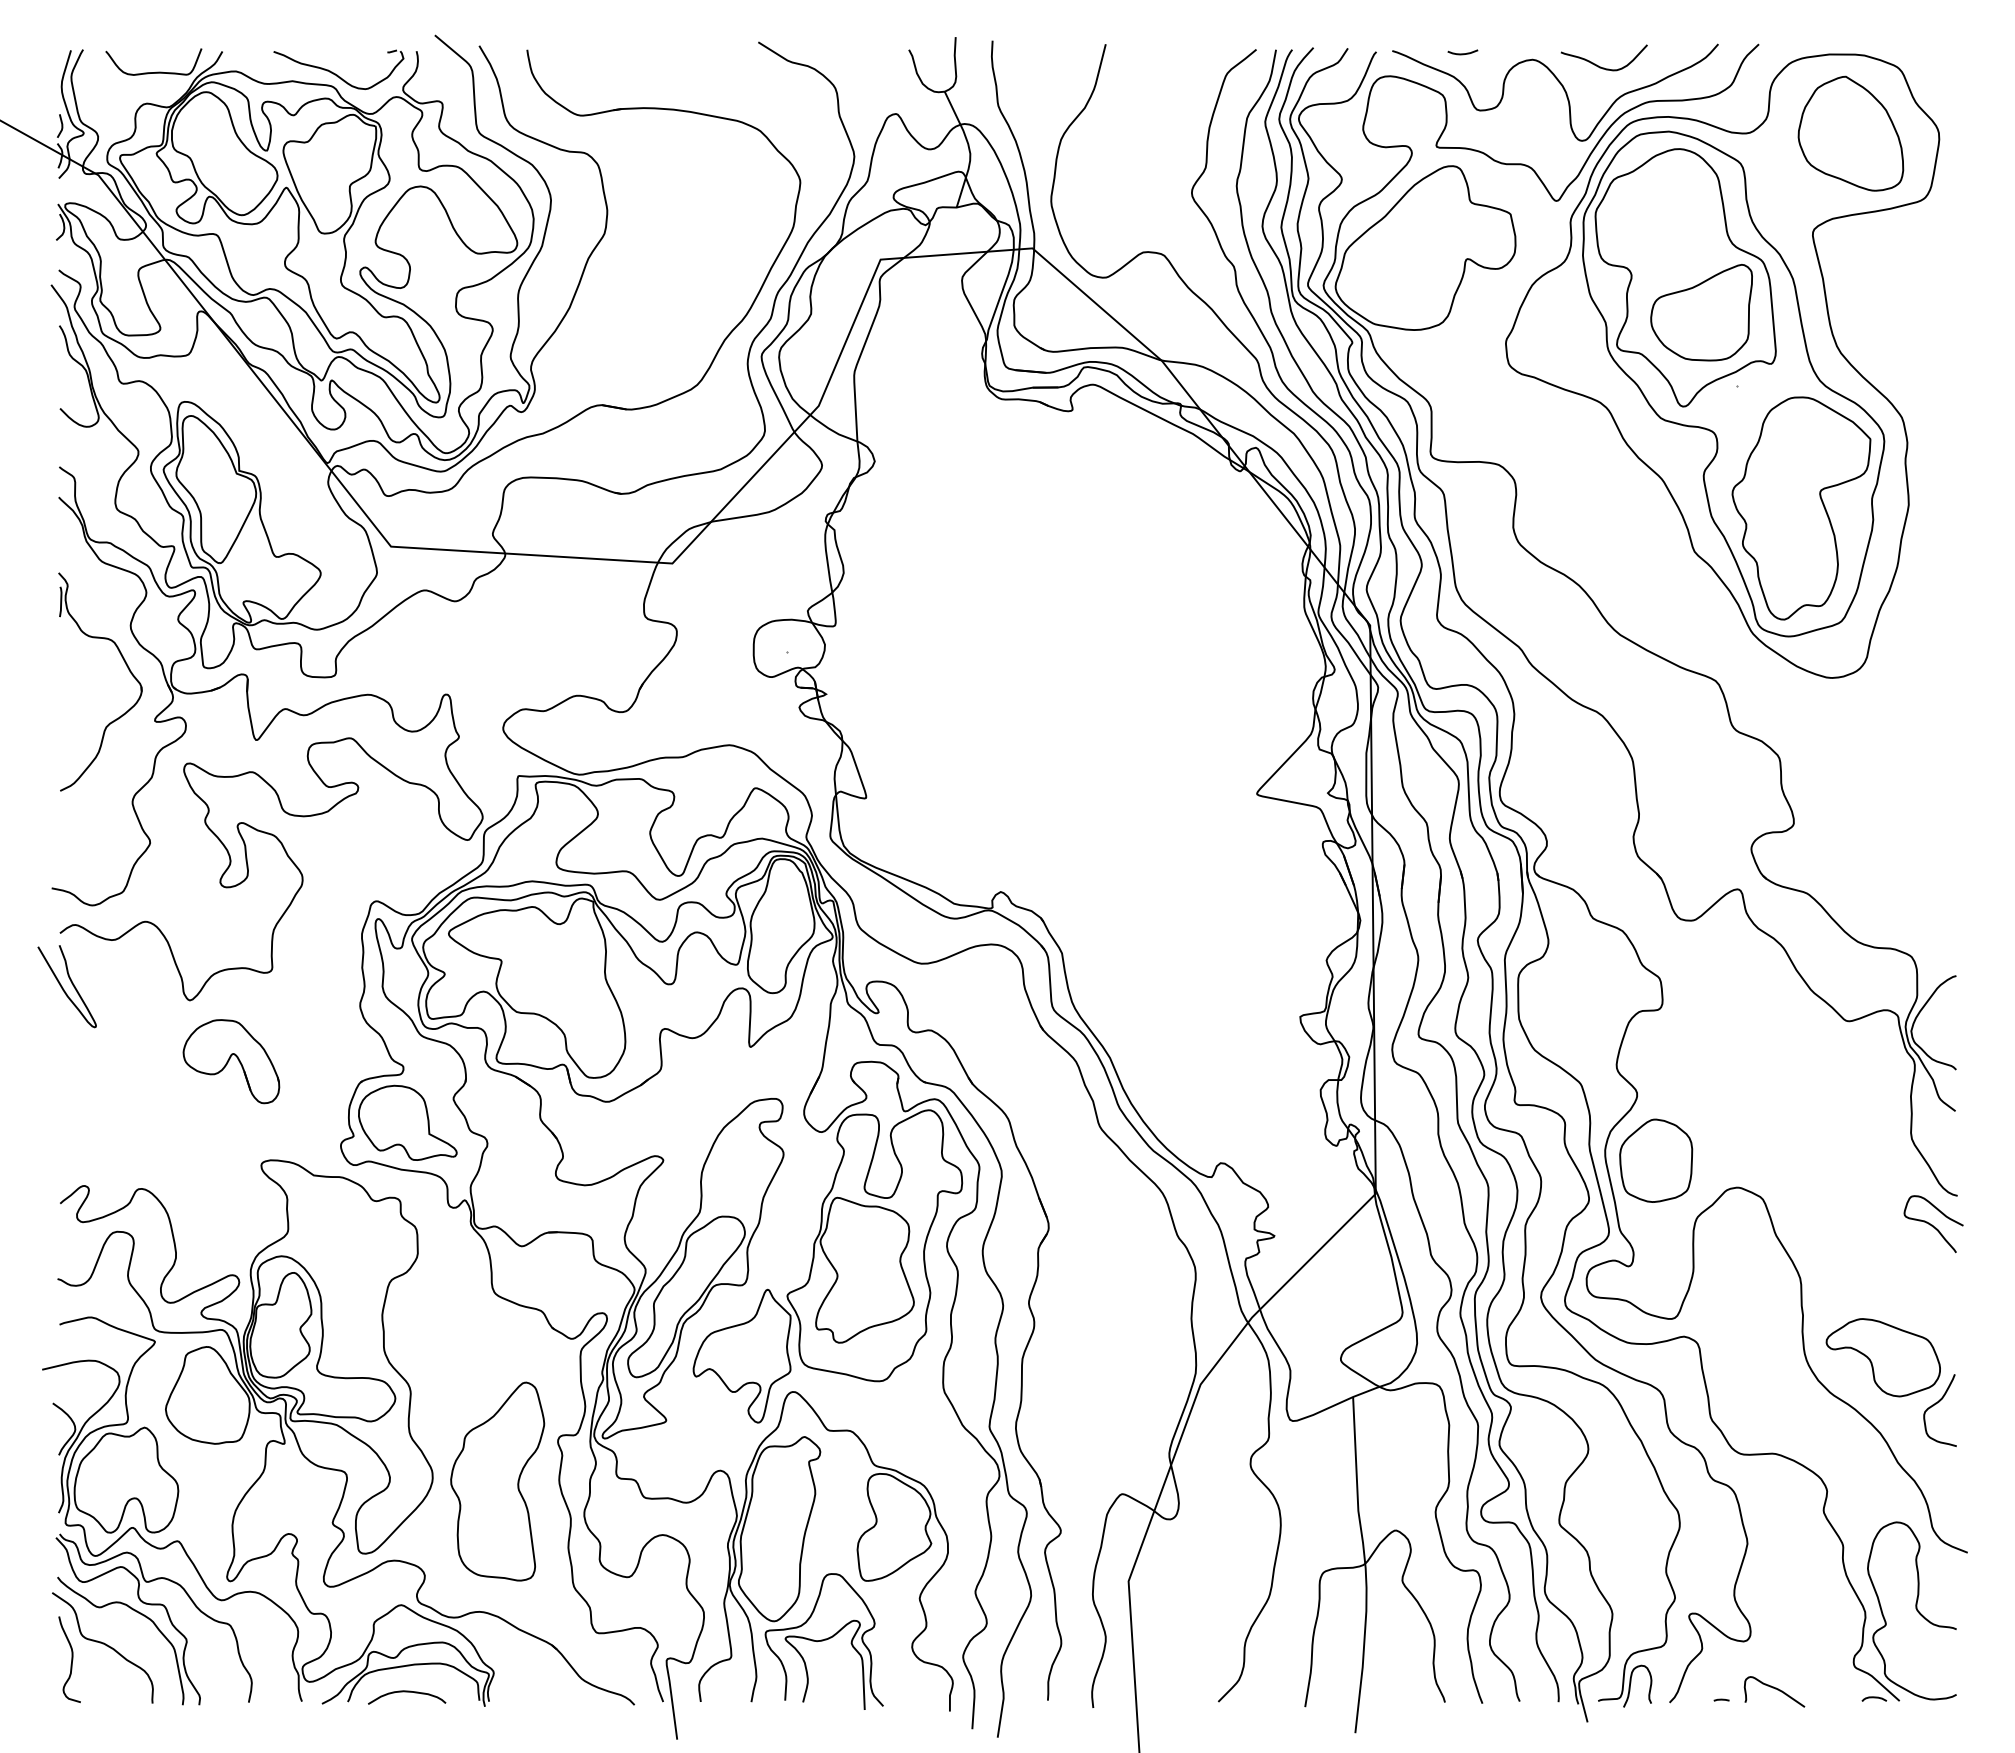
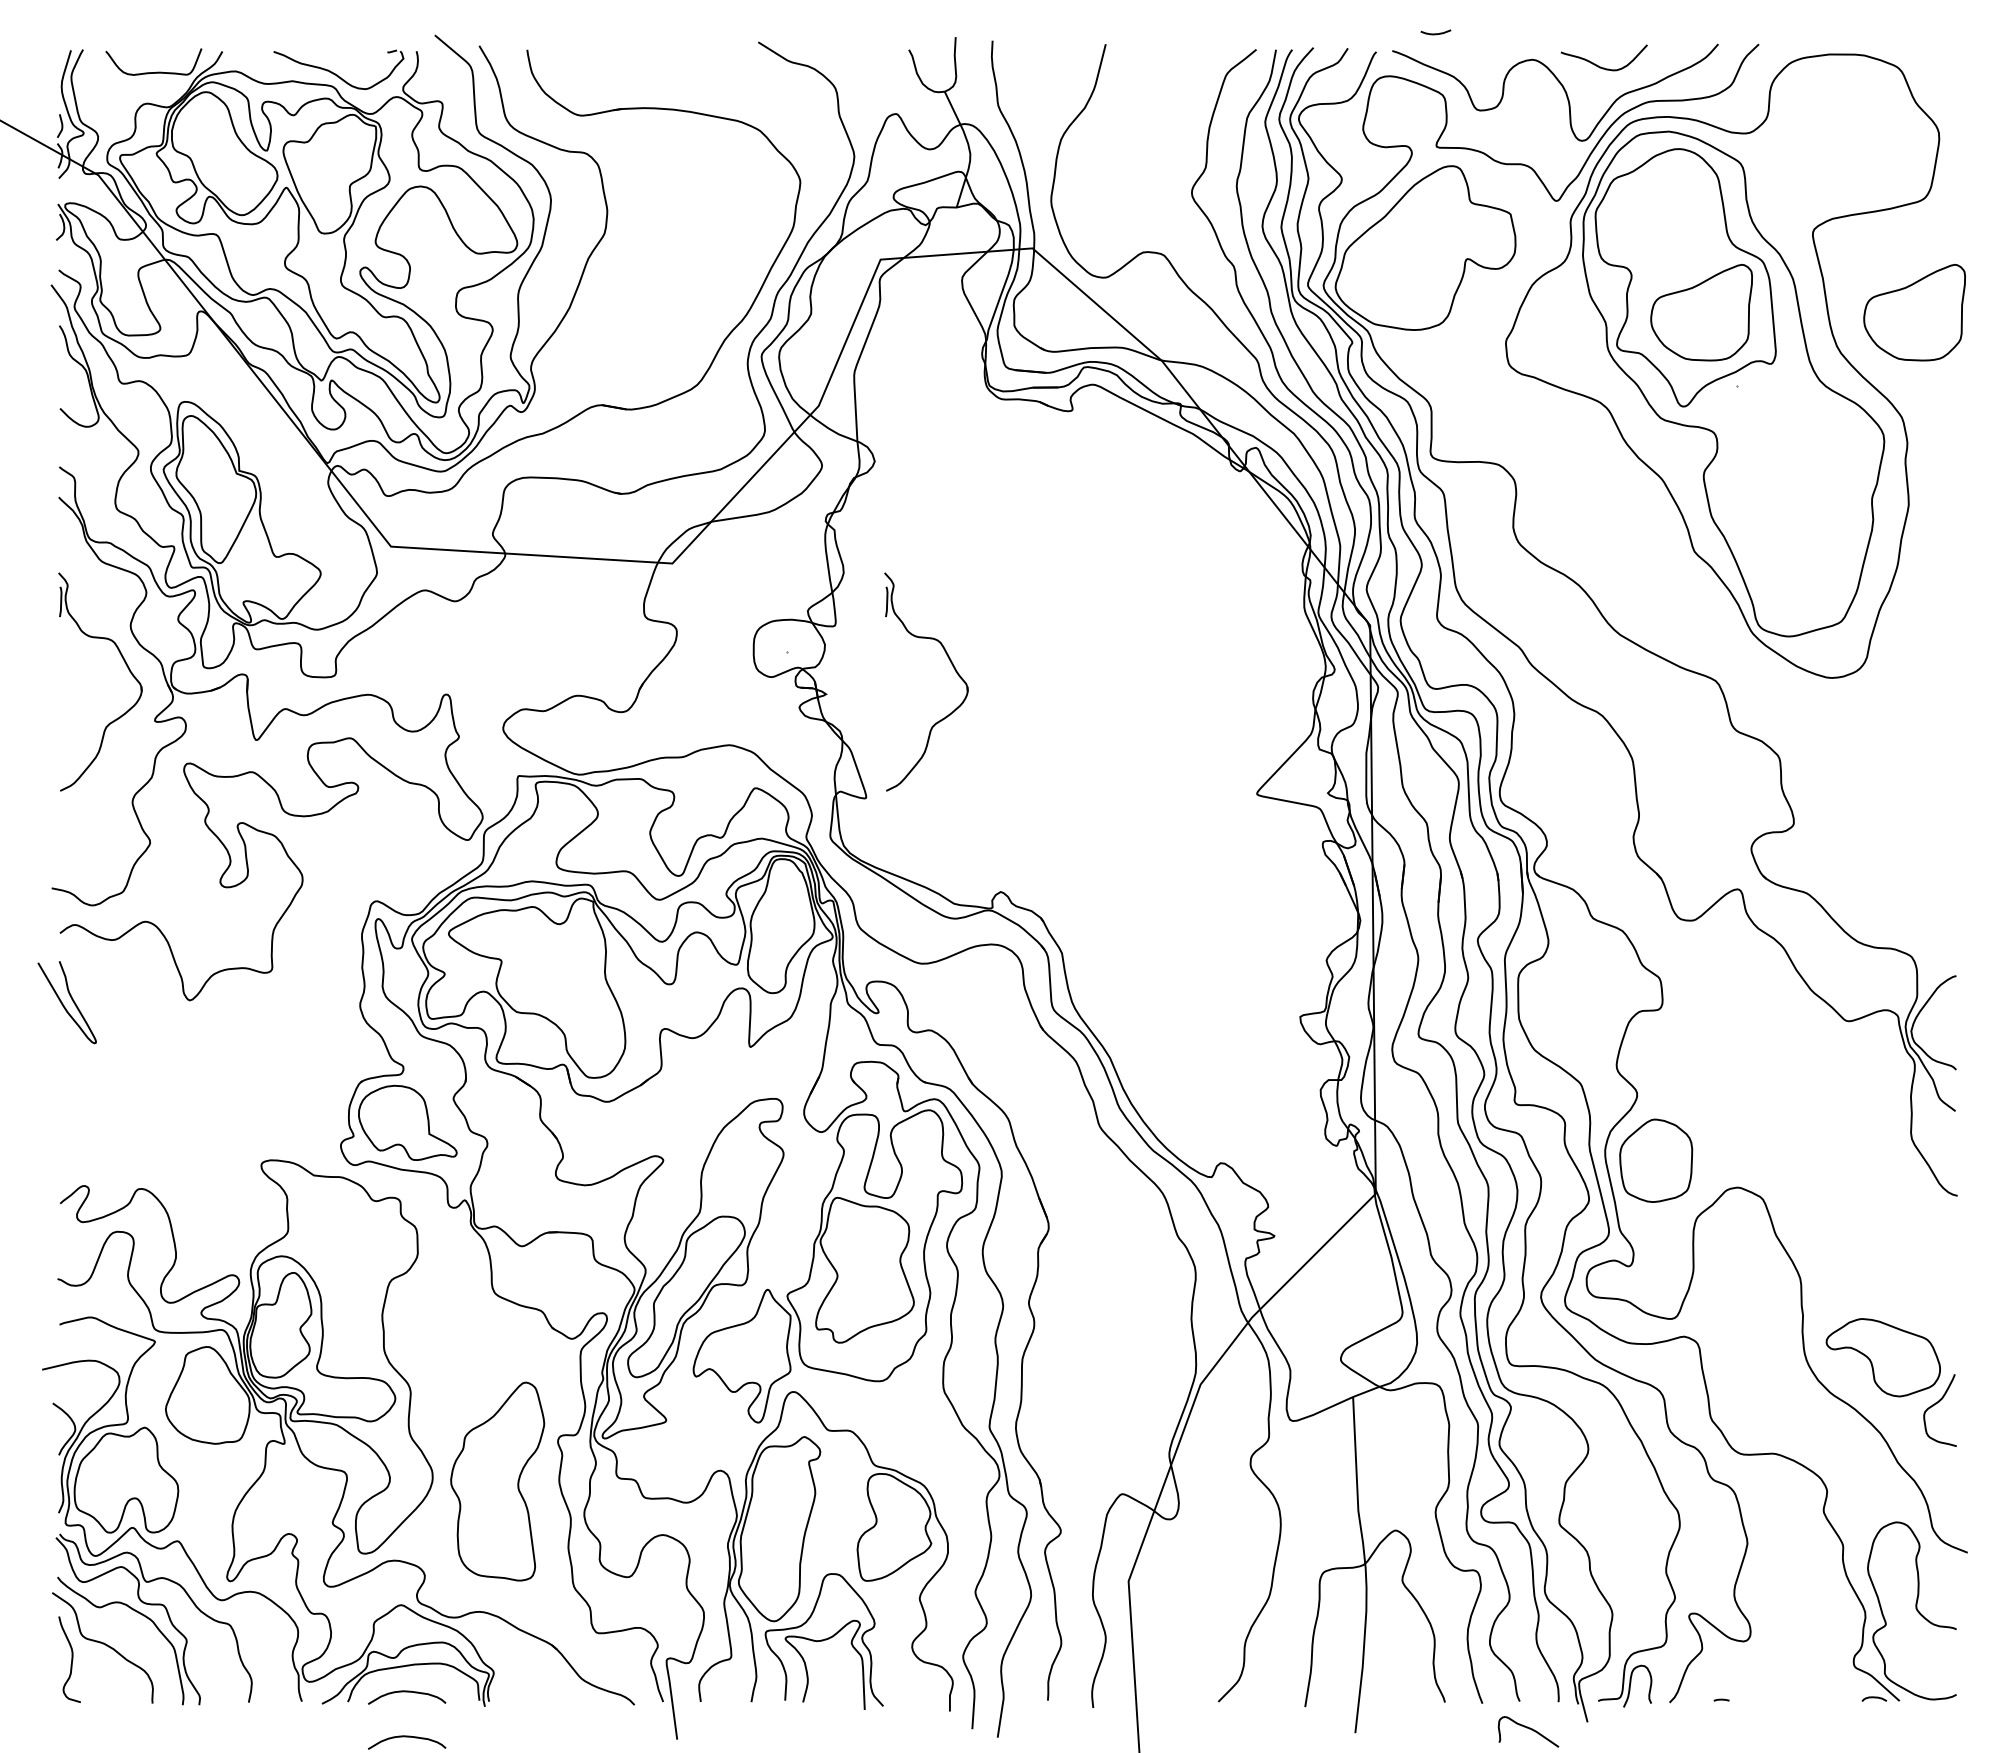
curve at (1462, 53) position: (1462, 53) -> (1435, 33)
part at (1850, 133): present -> none
part at (1914, 312): none -> present
part at (1801, 508): present -> none
part at (953, 668): none -> present
curve at (63, 987) position: (63, 987) -> (63, 1003)
part at (231, 1061): present -> none
curve at (1932, 1224): present -> none
curve at (1775, 1689) position: (1775, 1689) -> (1529, 1729)
curve at (407, 1737): none -> present
